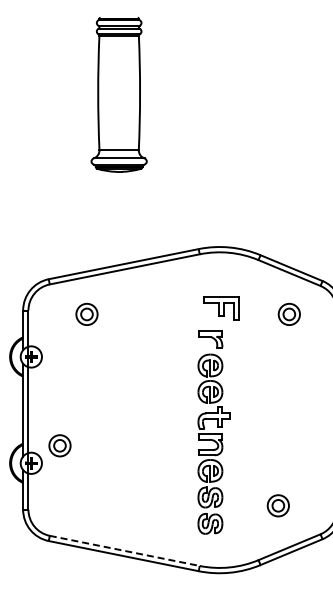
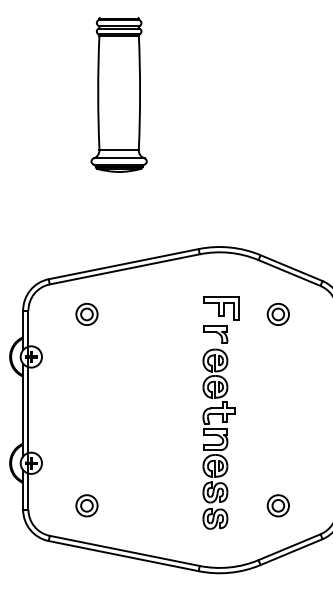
part at (288, 313) position: (288, 313) -> (277, 313)
part at (213, 432) position: (213, 432) -> (218, 427)
part at (59, 445) position: (59, 445) -> (86, 505)
line at (125, 551): dashed -> solid
